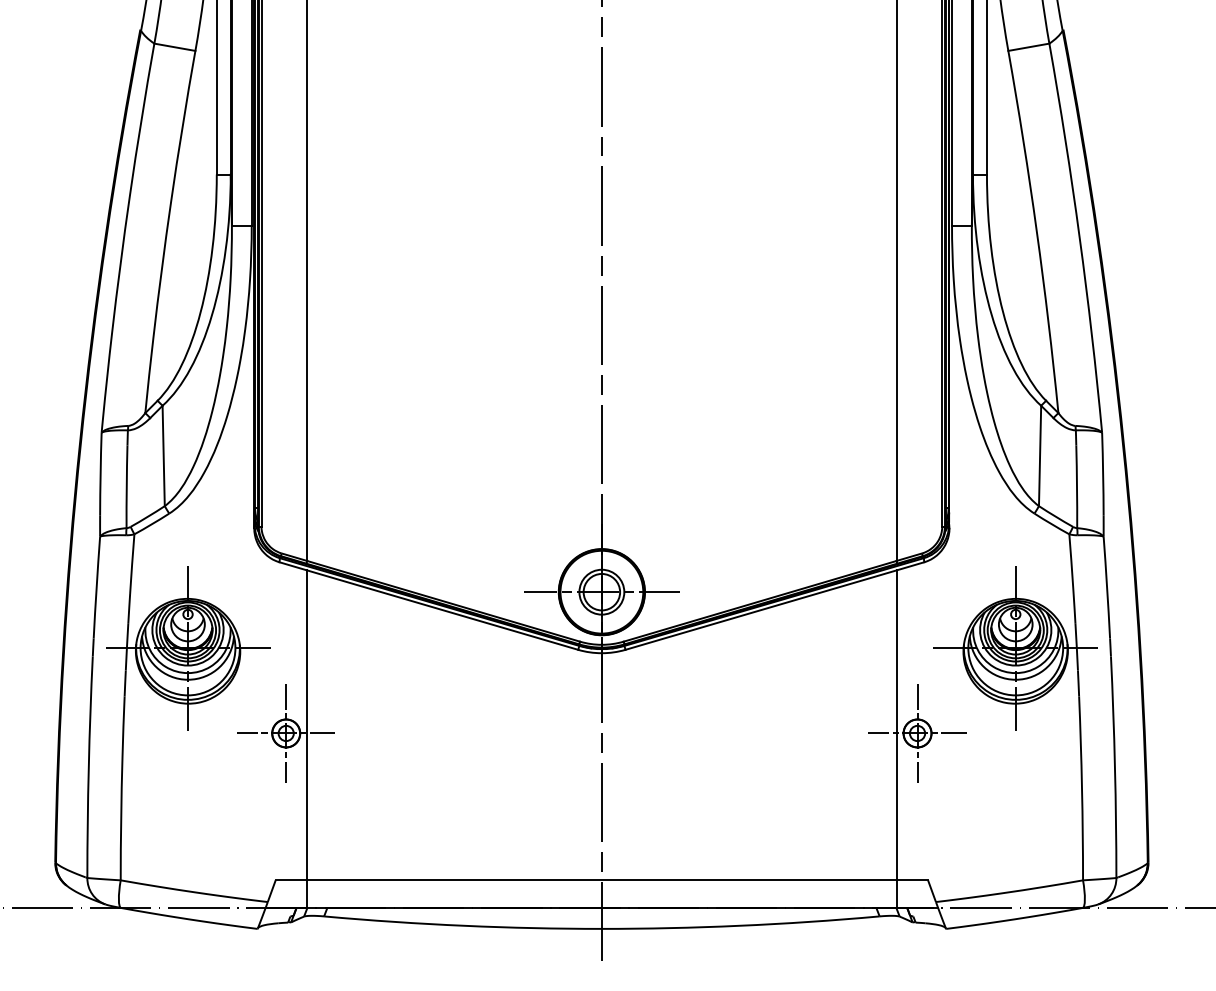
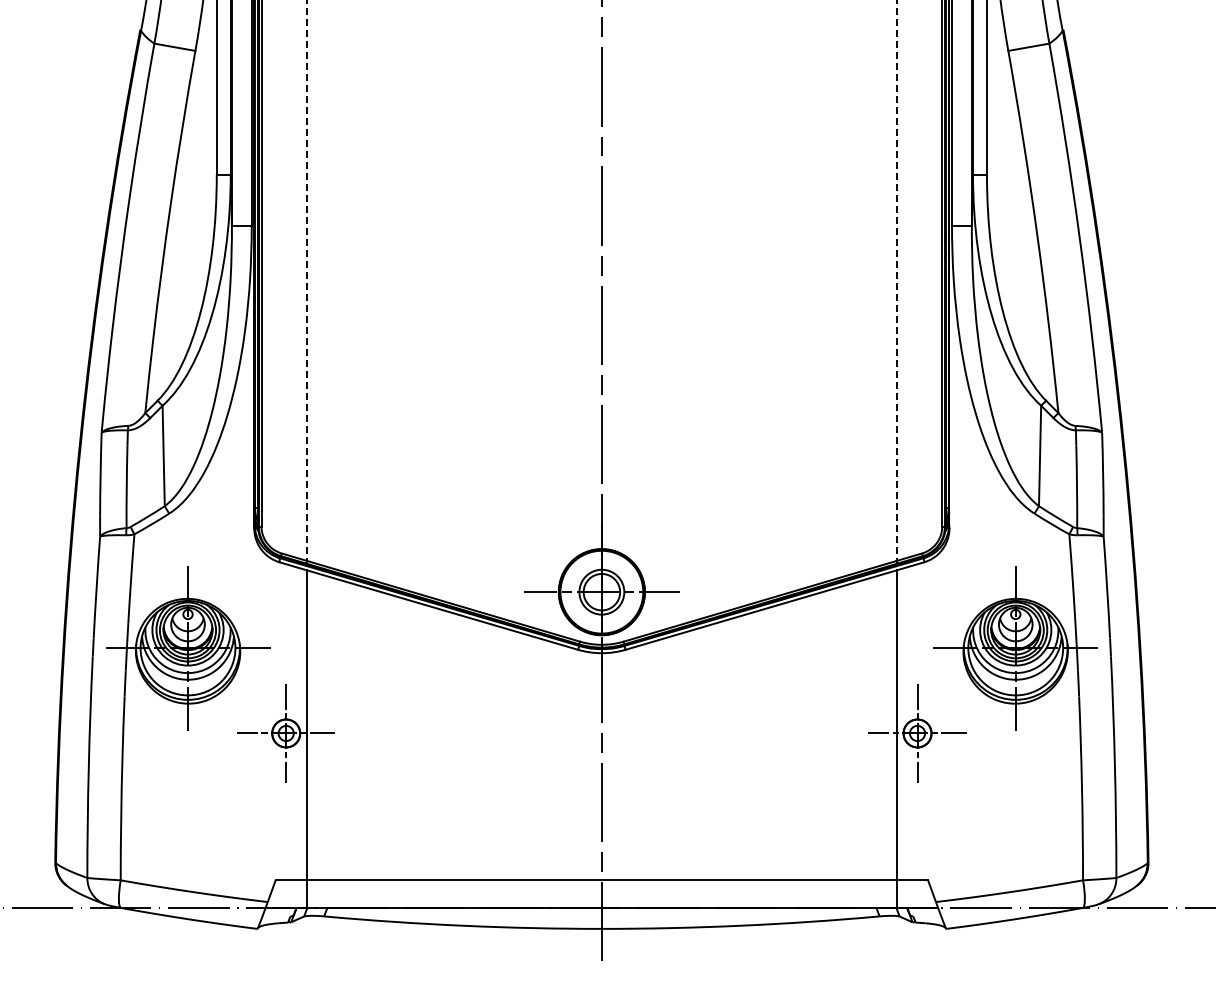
line at (307, 281): solid -> dashed
line at (896, 281): solid -> dashed
